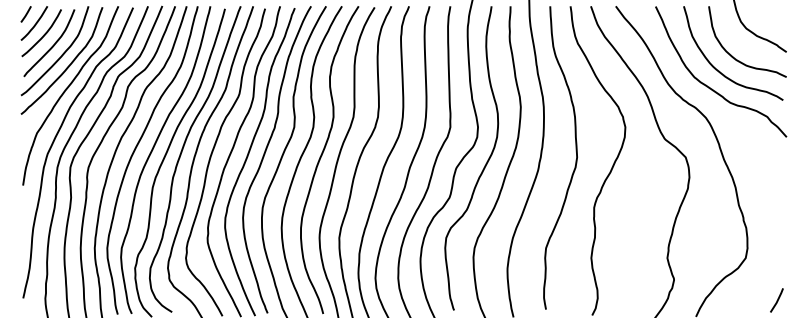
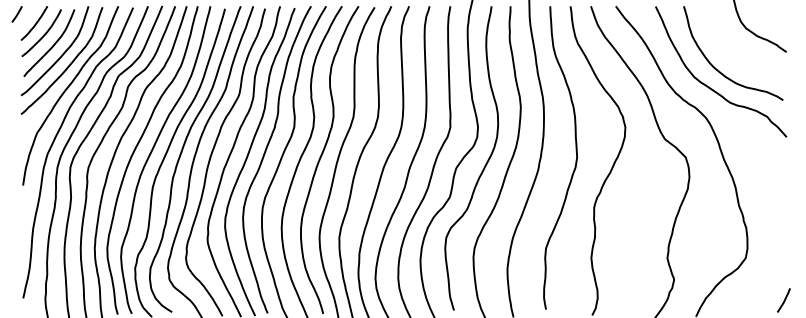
line at (25, 14) position: (25, 14) -> (16, 14)
curve at (736, 58): present -> none
line at (776, 300) position: (776, 300) -> (783, 300)
